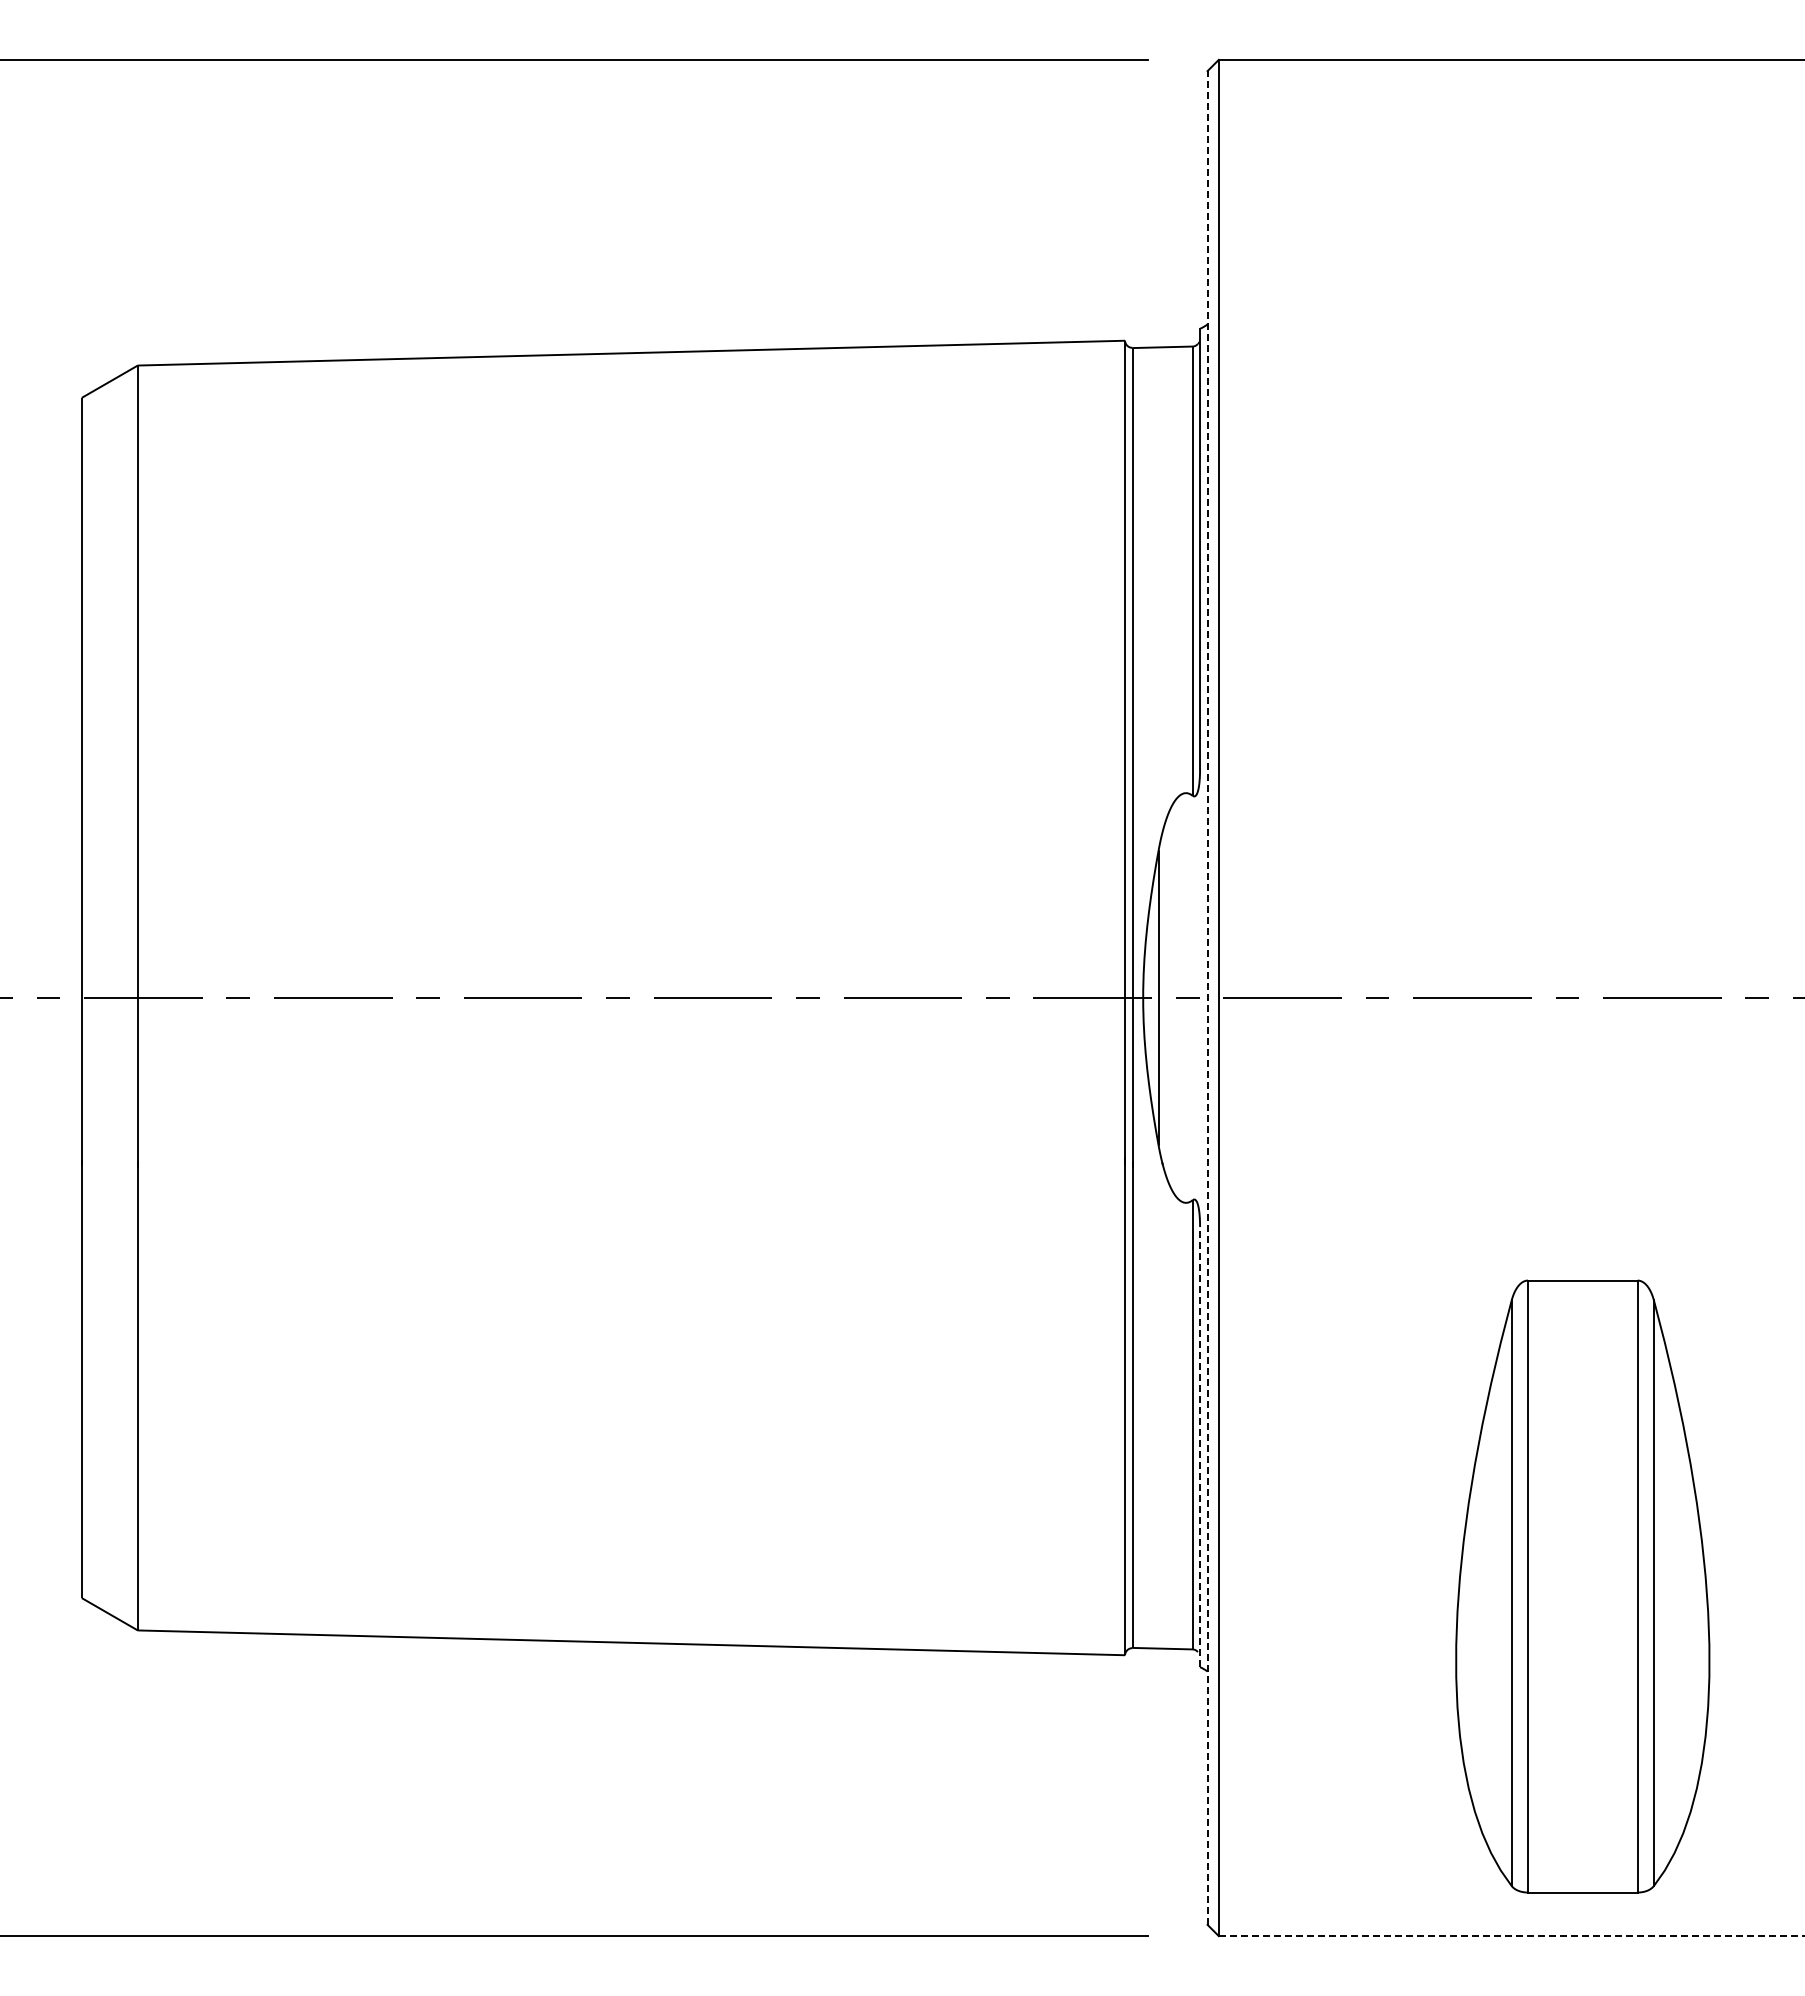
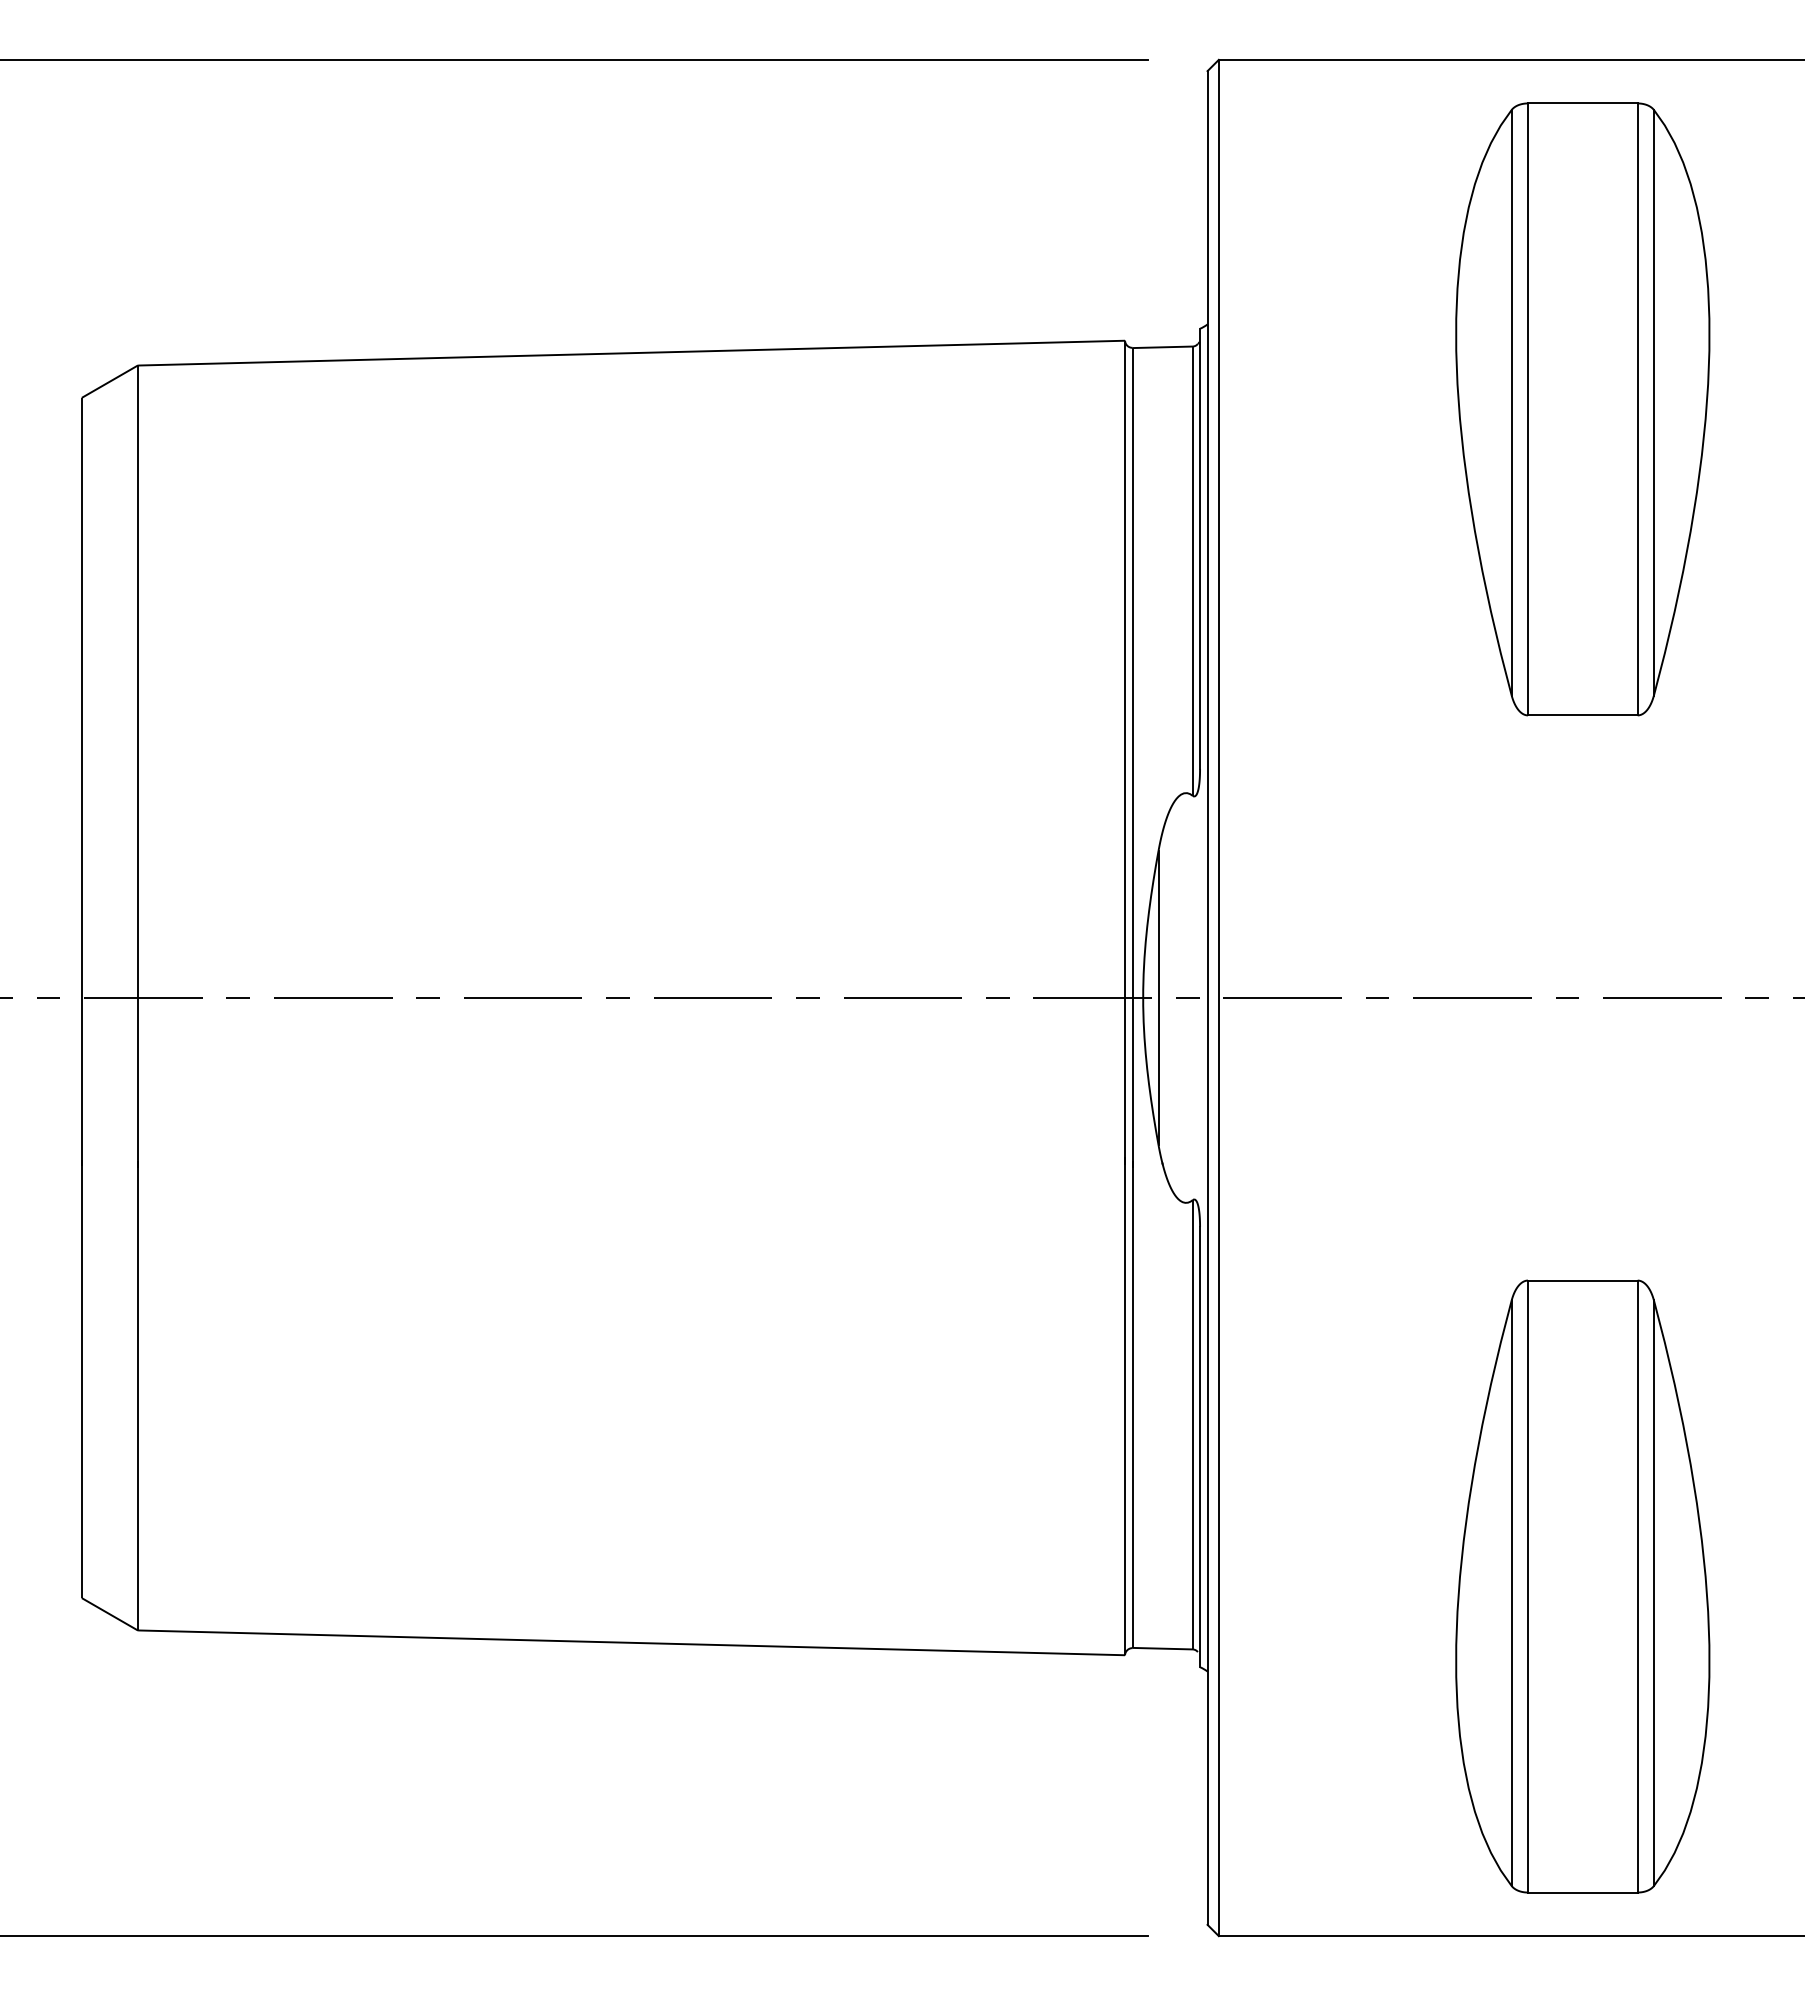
part at (1582, 409): none -> present
line at (1207, 997): dashed -> solid
line at (1200, 1446): dashed -> solid
line at (1511, 1936): dashed -> solid
